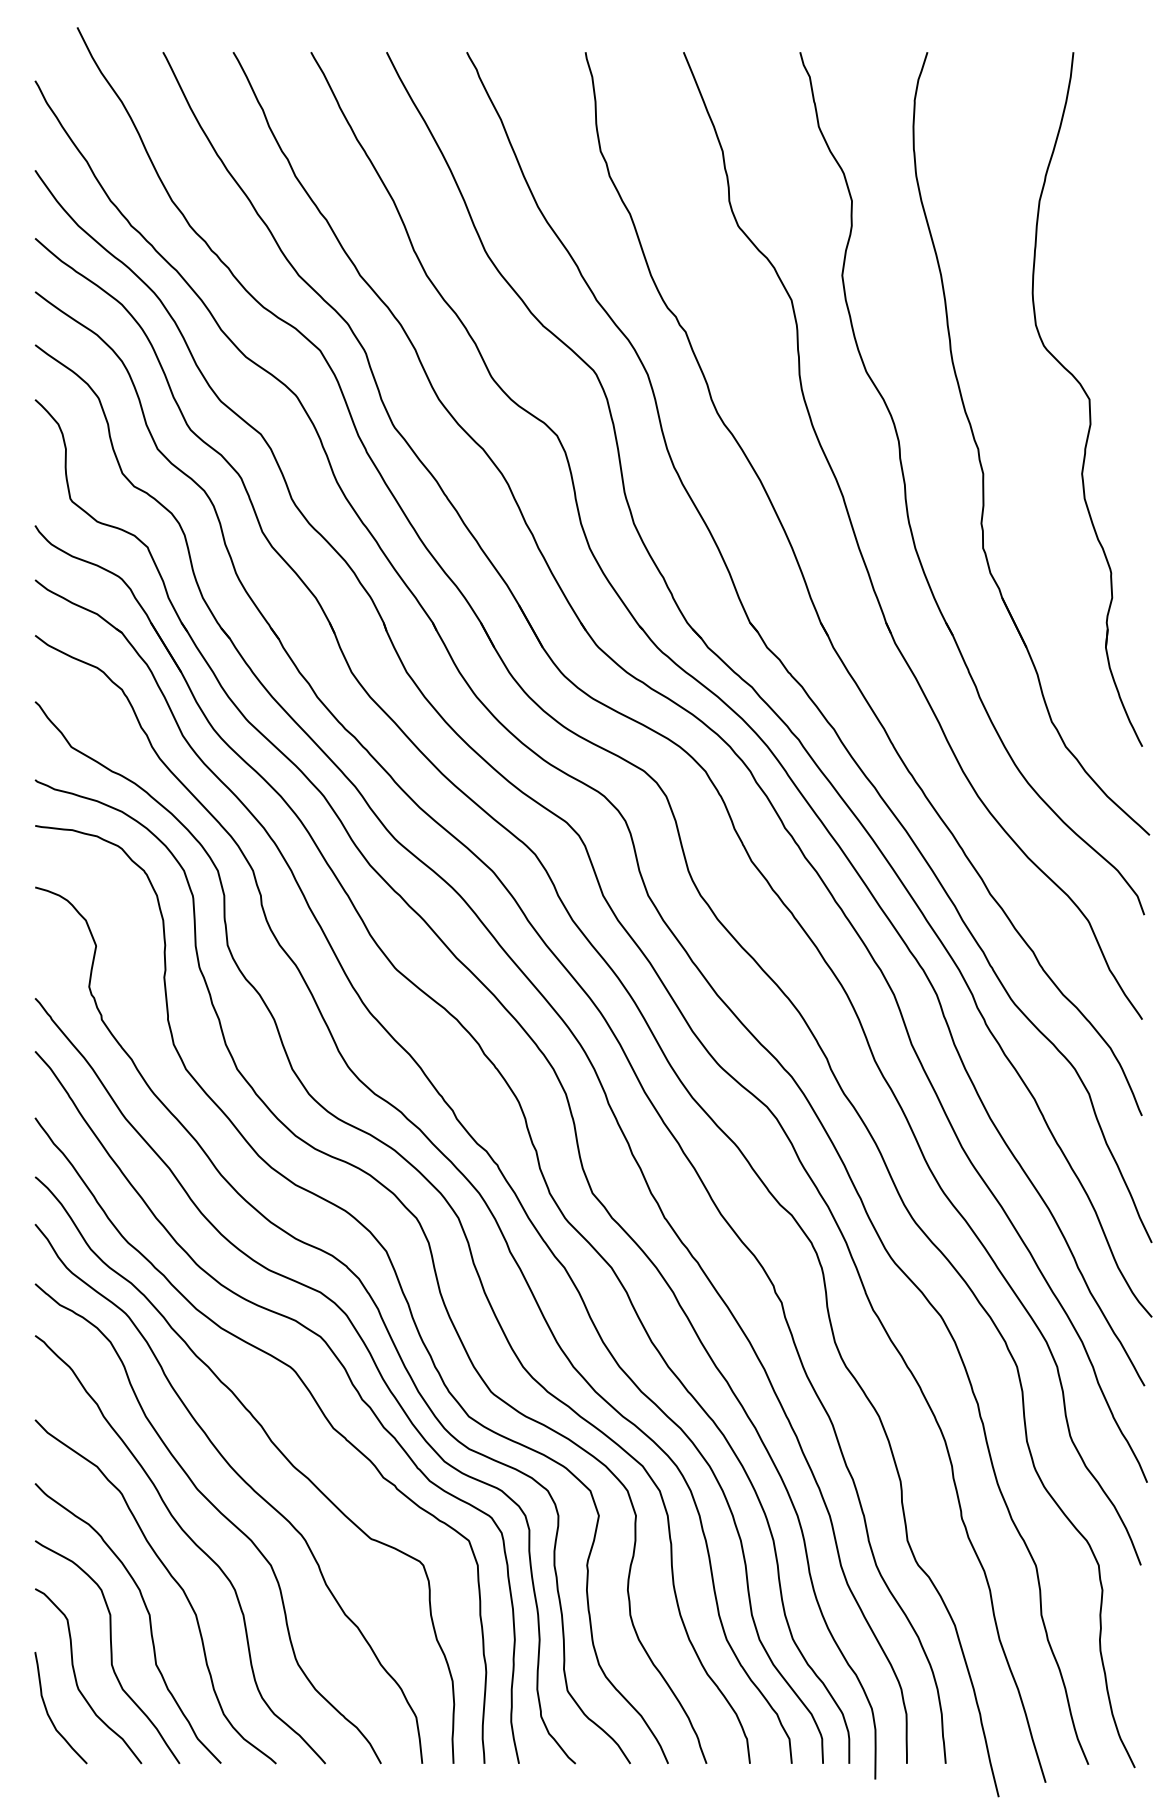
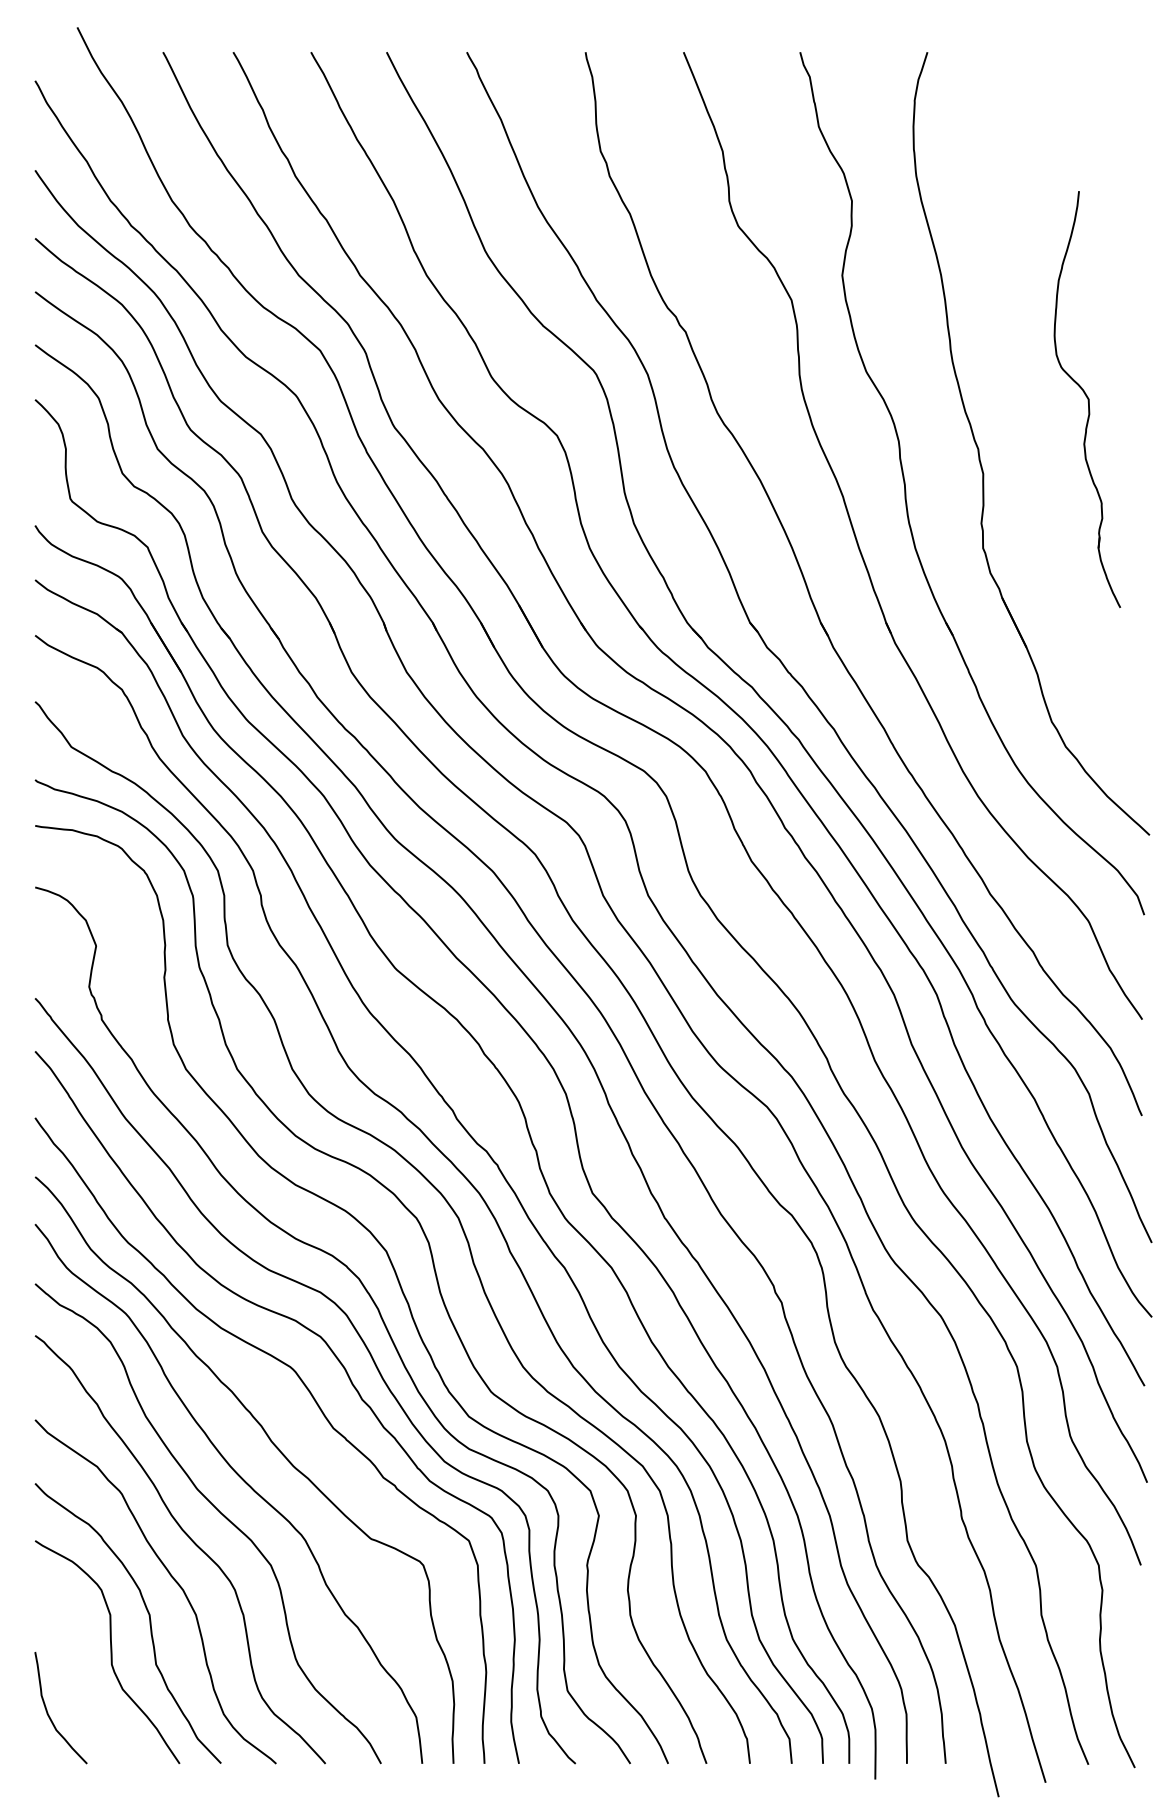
part at (1087, 399) size: 113x695 px -> 69x417 px
curve at (76, 1676): present -> none
